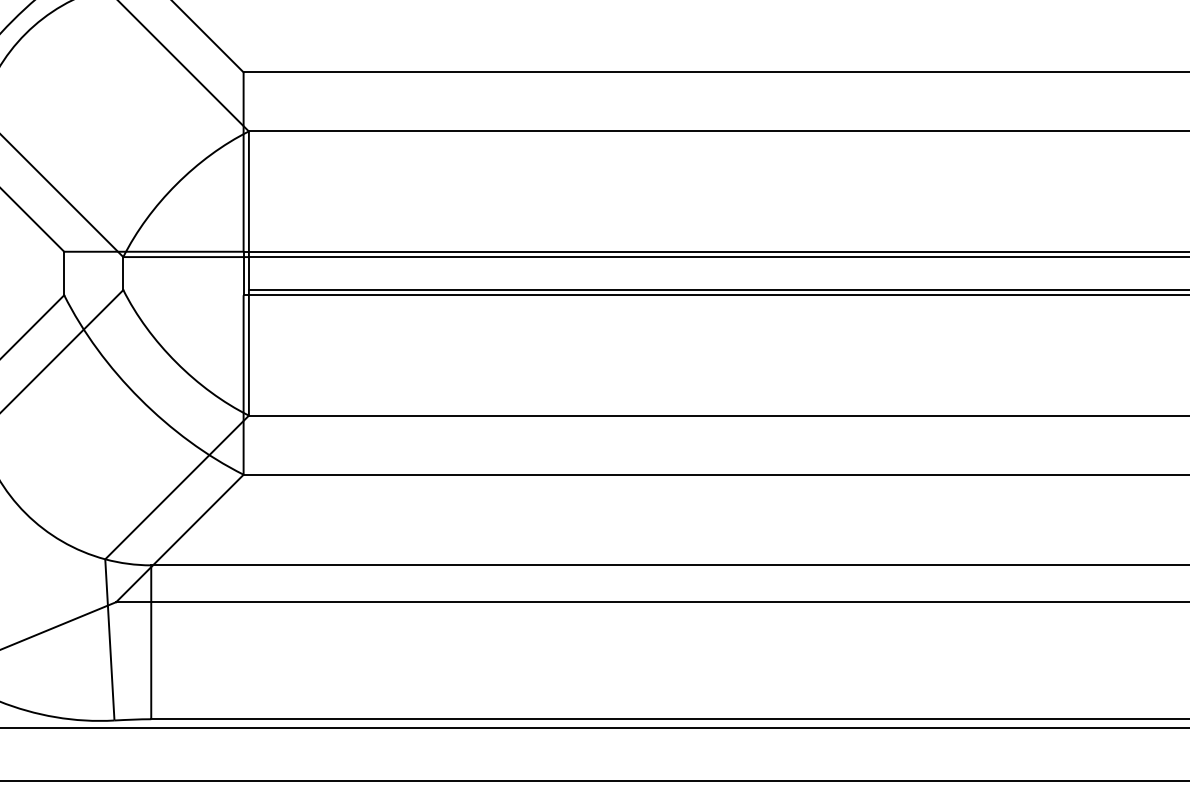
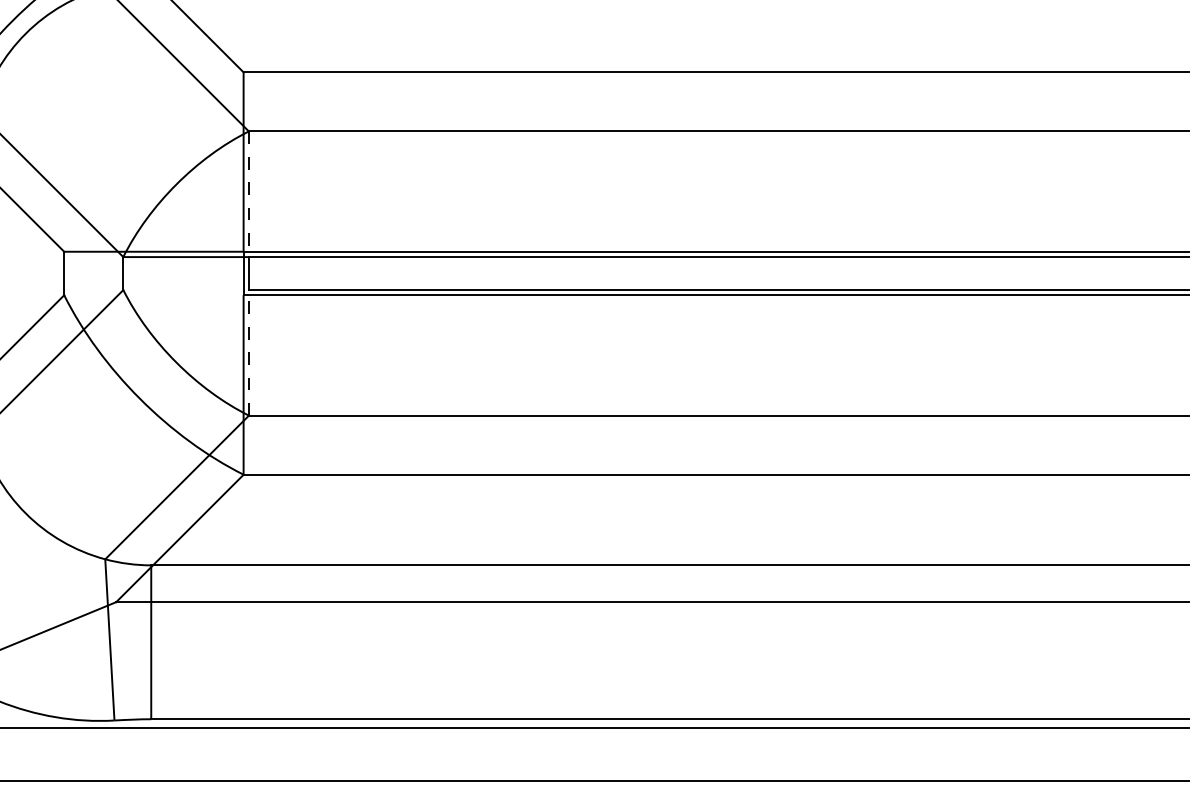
arc at (248, 192): solid -> dashed
arc at (248, 354): solid -> dashed
